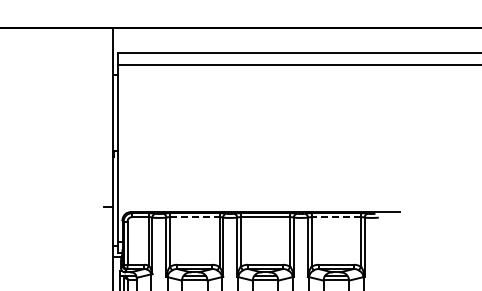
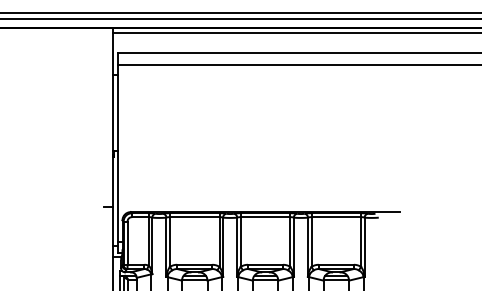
line at (240, 13): none -> present
line at (240, 18): none -> present
line at (295, 33): none -> present
line at (194, 217): dashed -> solid
line at (336, 217): dashed -> solid
